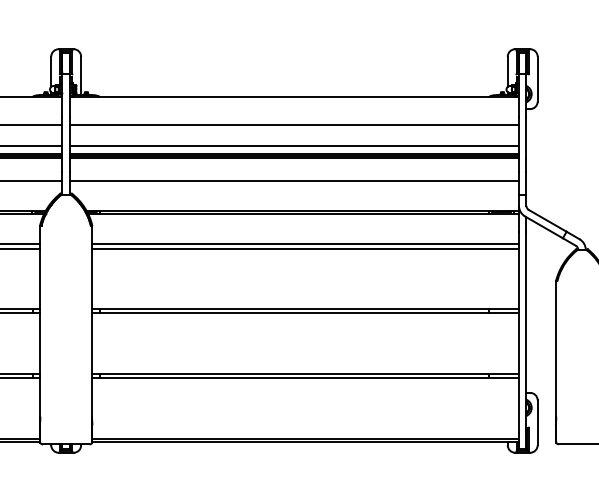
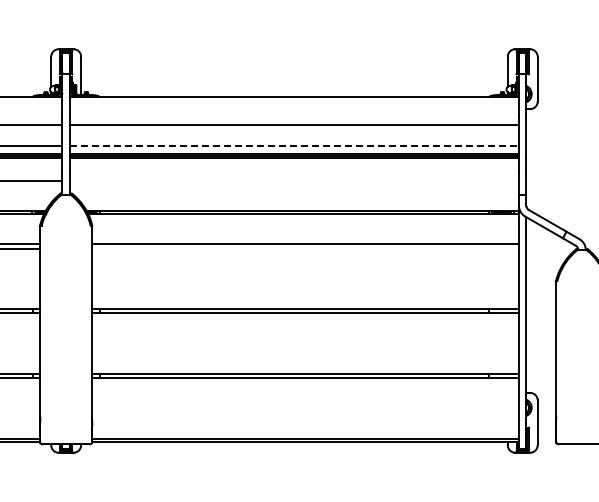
line at (294, 146): solid -> dashed
line at (293, 180): present -> none
line at (305, 248): present -> none
